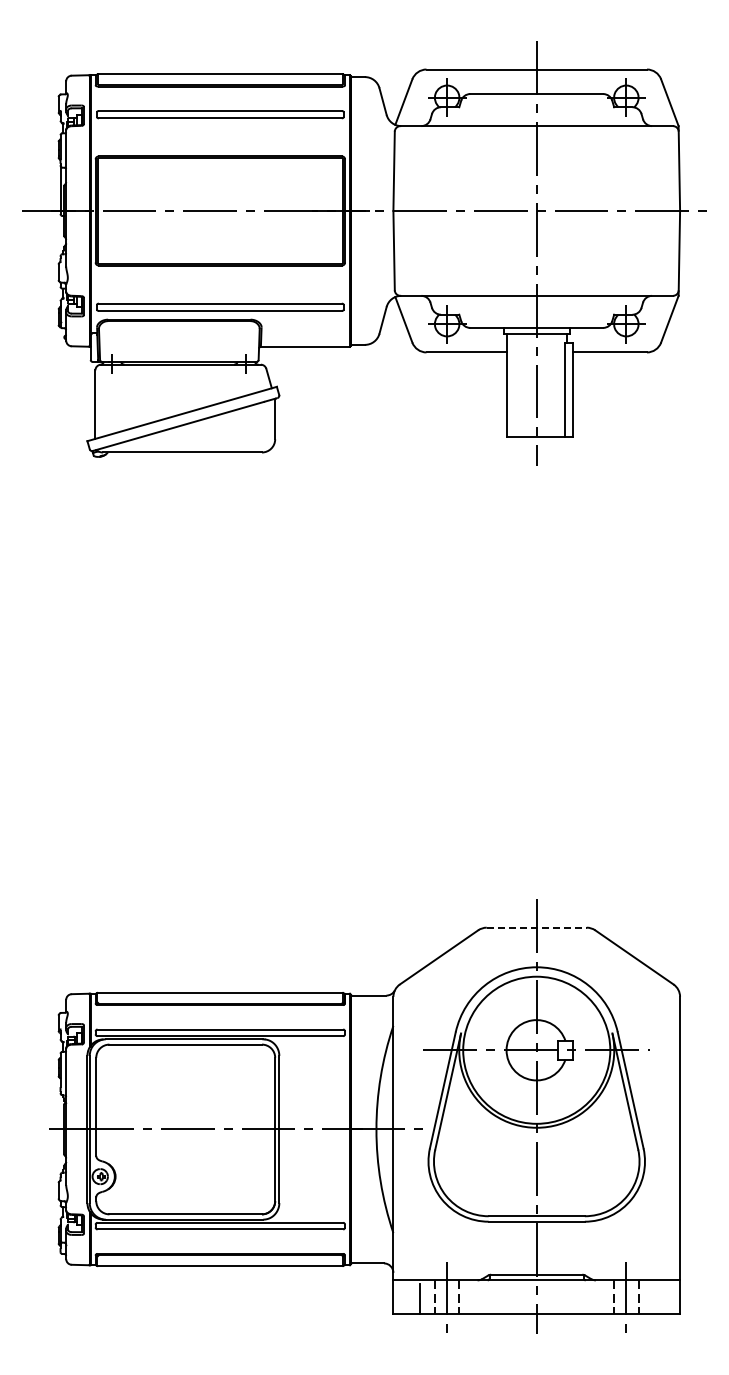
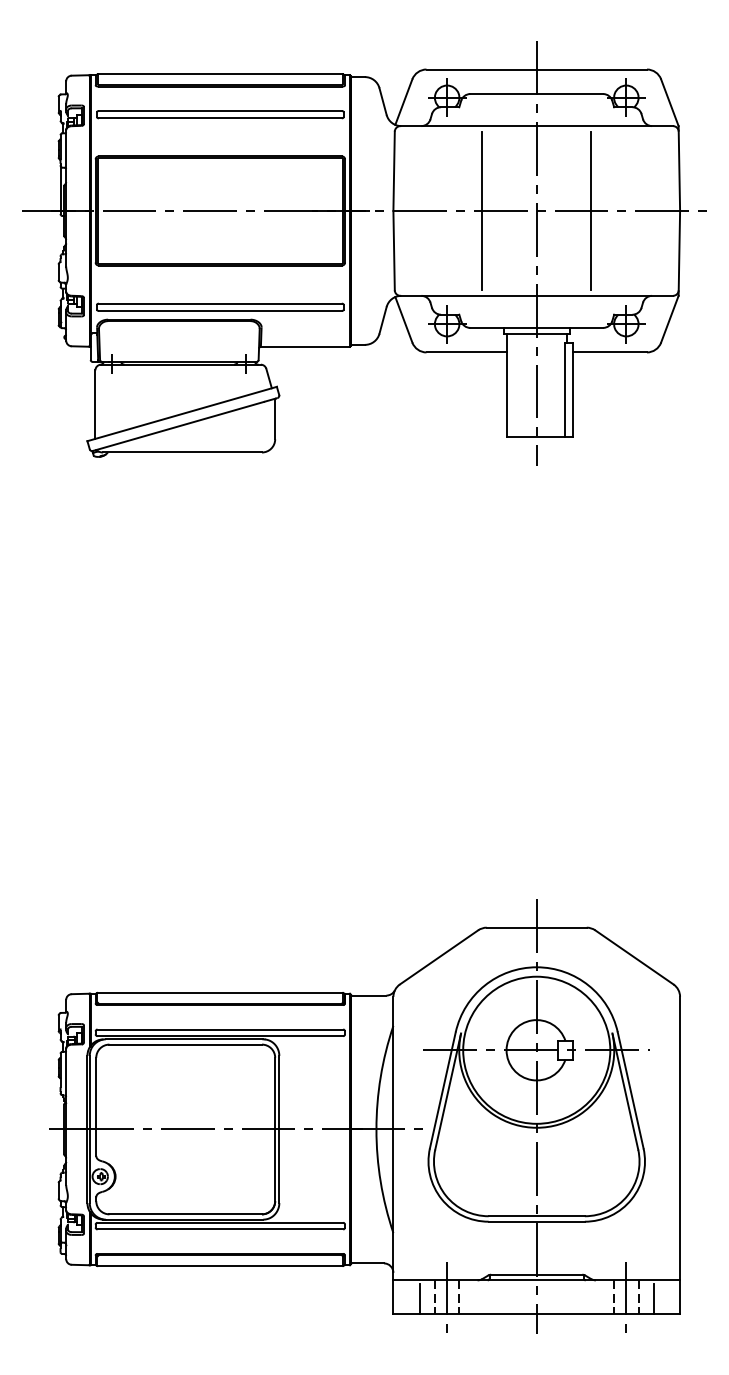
line at (482, 210): none -> present
line at (591, 210): none -> present
line at (536, 927): dashed -> solid
line at (653, 1299): none -> present
